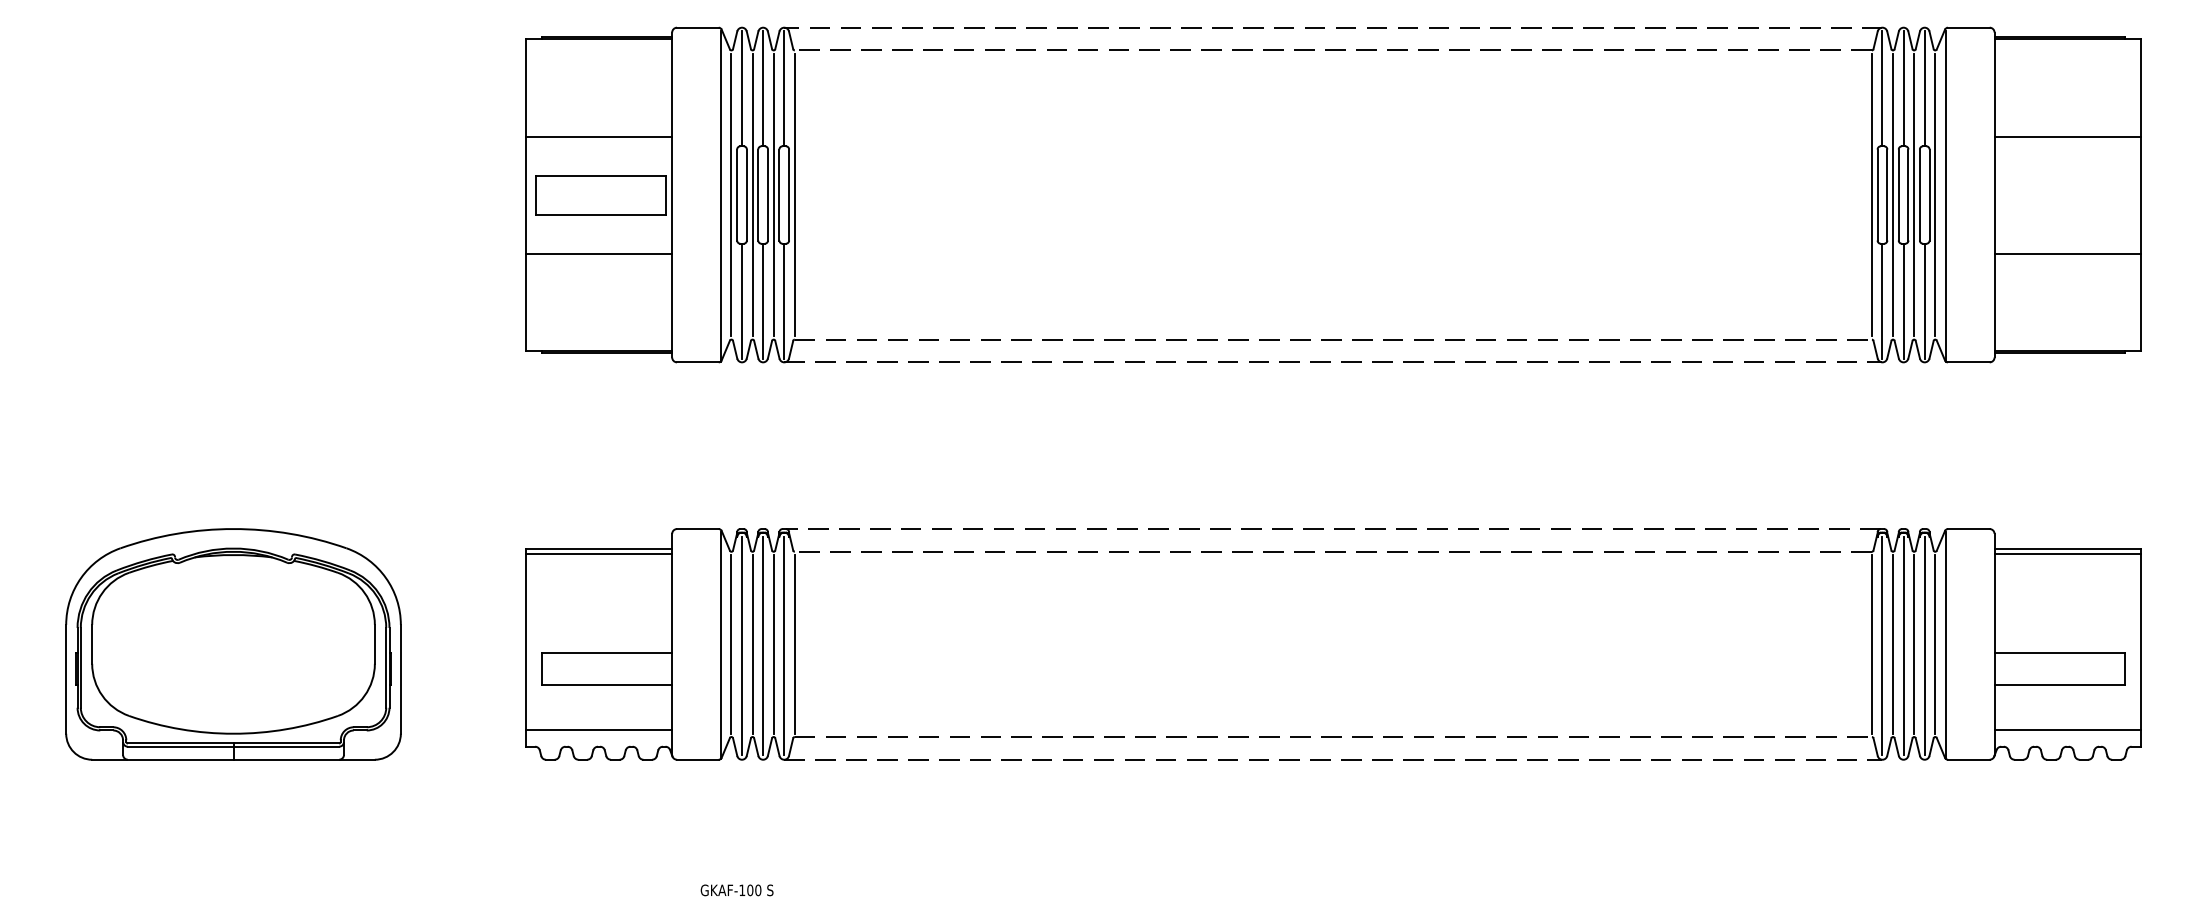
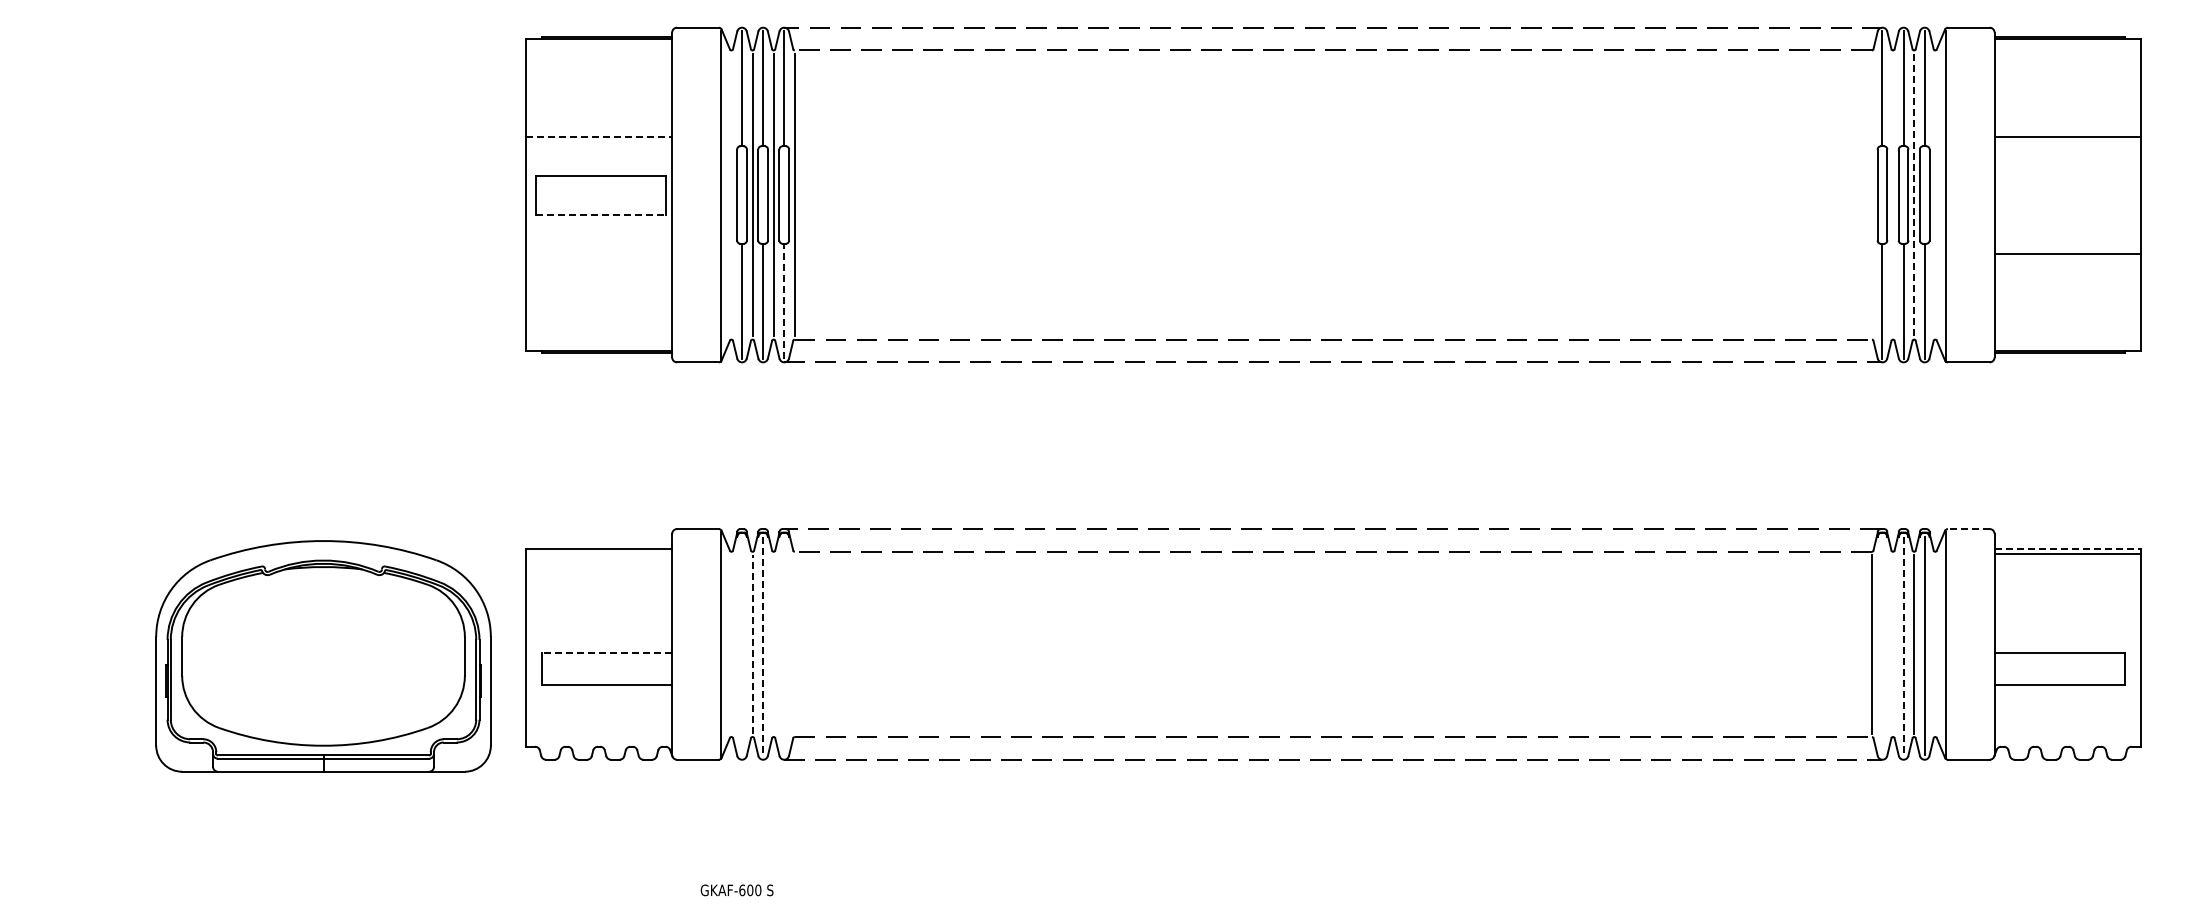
line at (599, 136): solid -> dashed
line at (731, 194): present -> none
line at (1871, 194): present -> none
line at (1893, 194): present -> none
line at (1935, 194): present -> none
line at (1914, 195): solid -> dashed
line at (600, 214): solid -> dashed
line at (598, 253): present -> none
line at (784, 301): solid -> dashed
line at (1968, 529): solid -> dashed
line at (2068, 548): solid -> dashed
line at (598, 554): present -> none
line at (752, 643): solid -> dashed
part at (233, 644) position: (233, 644) -> (323, 656)
line at (731, 644): present -> none
line at (773, 644): present -> none
line at (794, 644): present -> none
line at (1893, 644): present -> none
line at (1935, 644): present -> none
line at (742, 645): present -> none
line at (784, 645): present -> none
line at (1882, 645): present -> none
line at (763, 646): solid -> dashed
line at (1903, 646): solid -> dashed
line at (607, 652): solid -> dashed
line at (598, 730): present -> none
line at (2067, 730): present -> none
text at (742, 890): GKAF-100 -> GKAF-600
